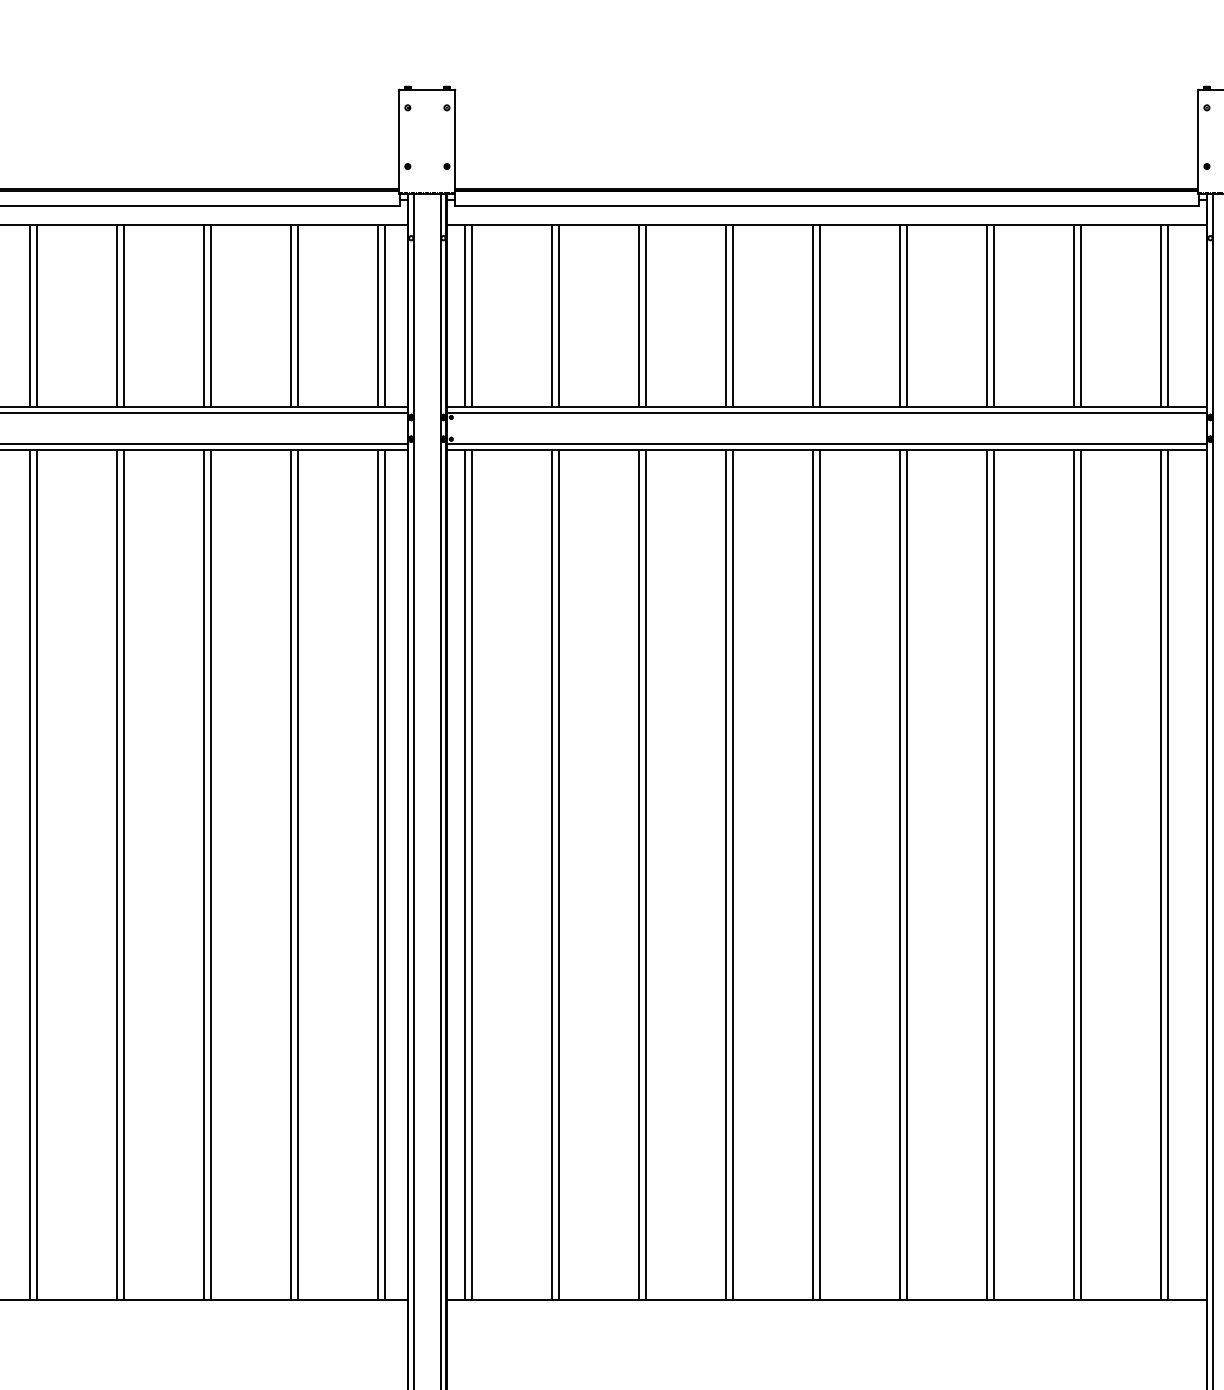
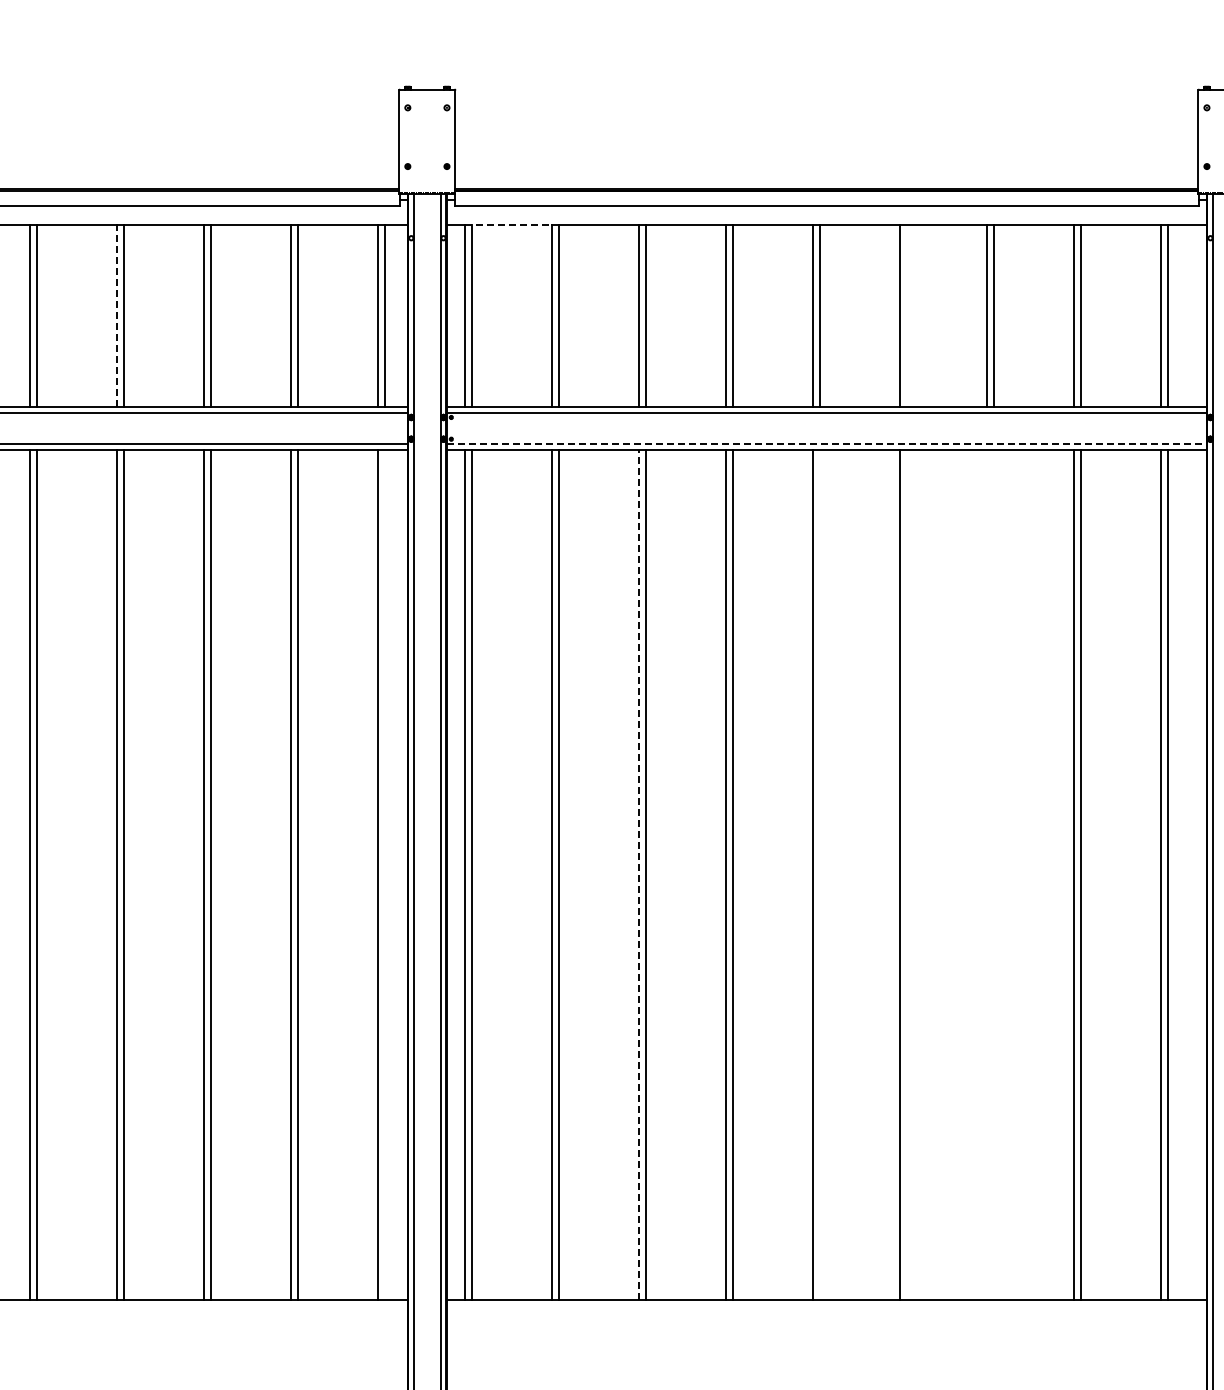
line at (508, 225): solid -> dashed
line at (116, 315): solid -> dashed
line at (907, 315): present -> none
line at (826, 443): solid -> dashed
line at (638, 874): solid -> dashed
line at (385, 875): present -> none
line at (820, 875): present -> none
line at (907, 875): present -> none
line at (986, 875): present -> none
line at (994, 875): present -> none
